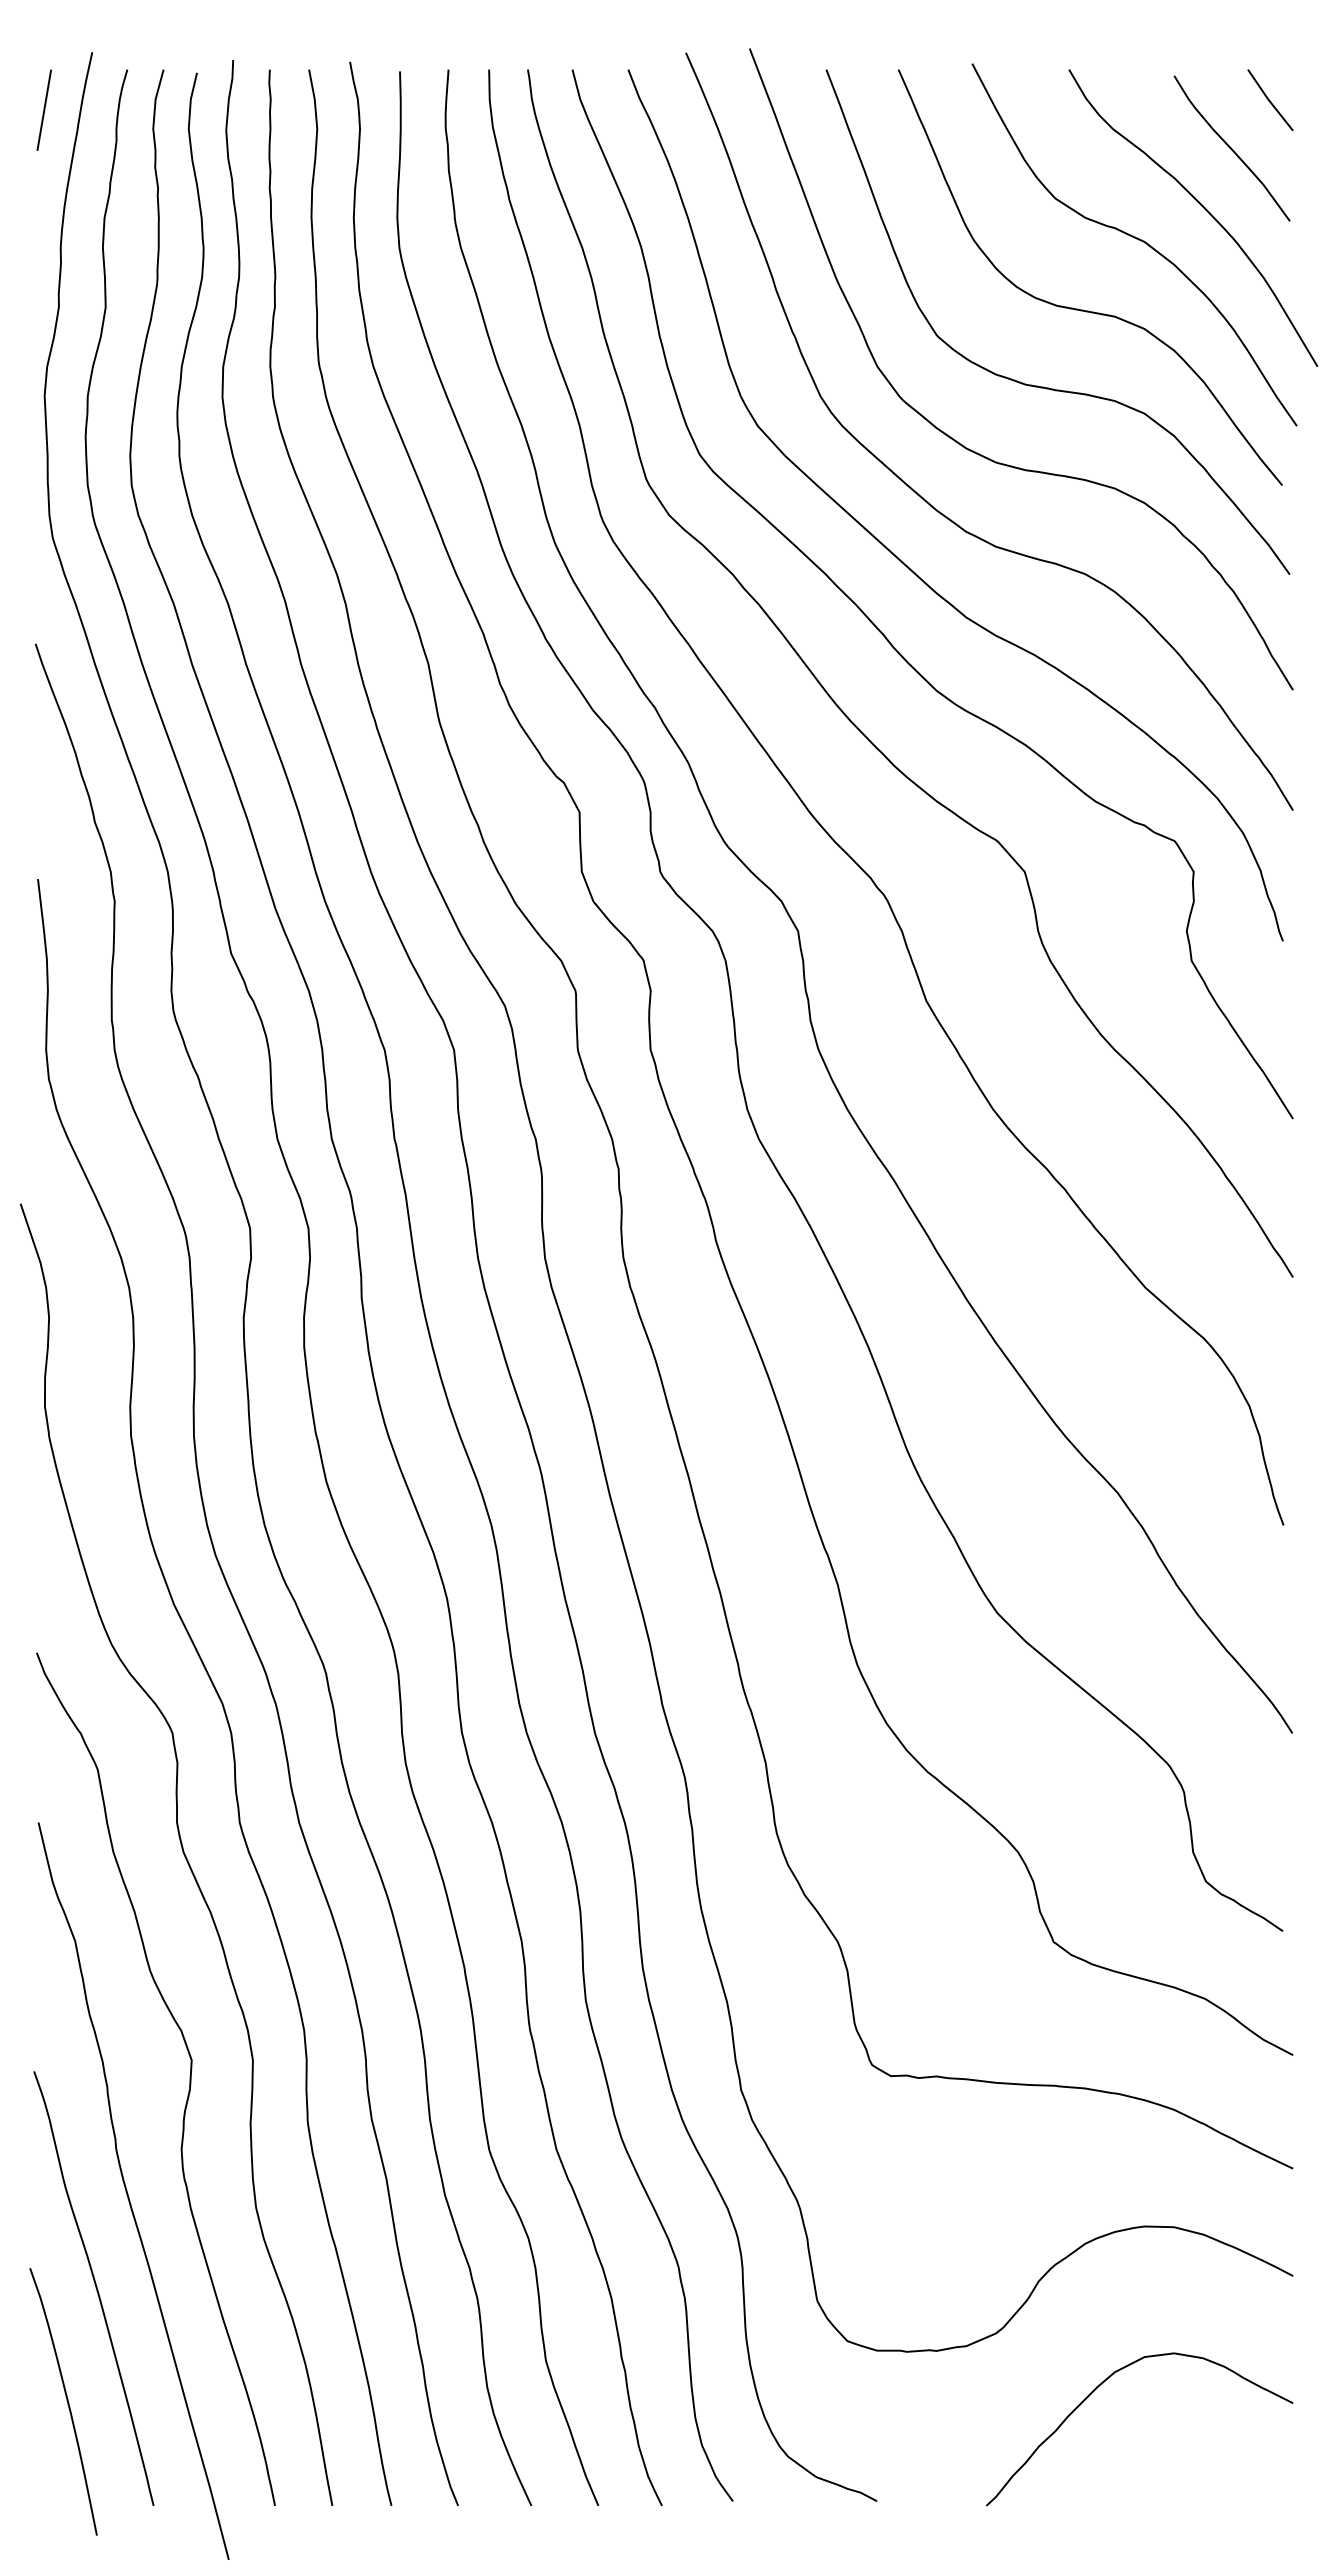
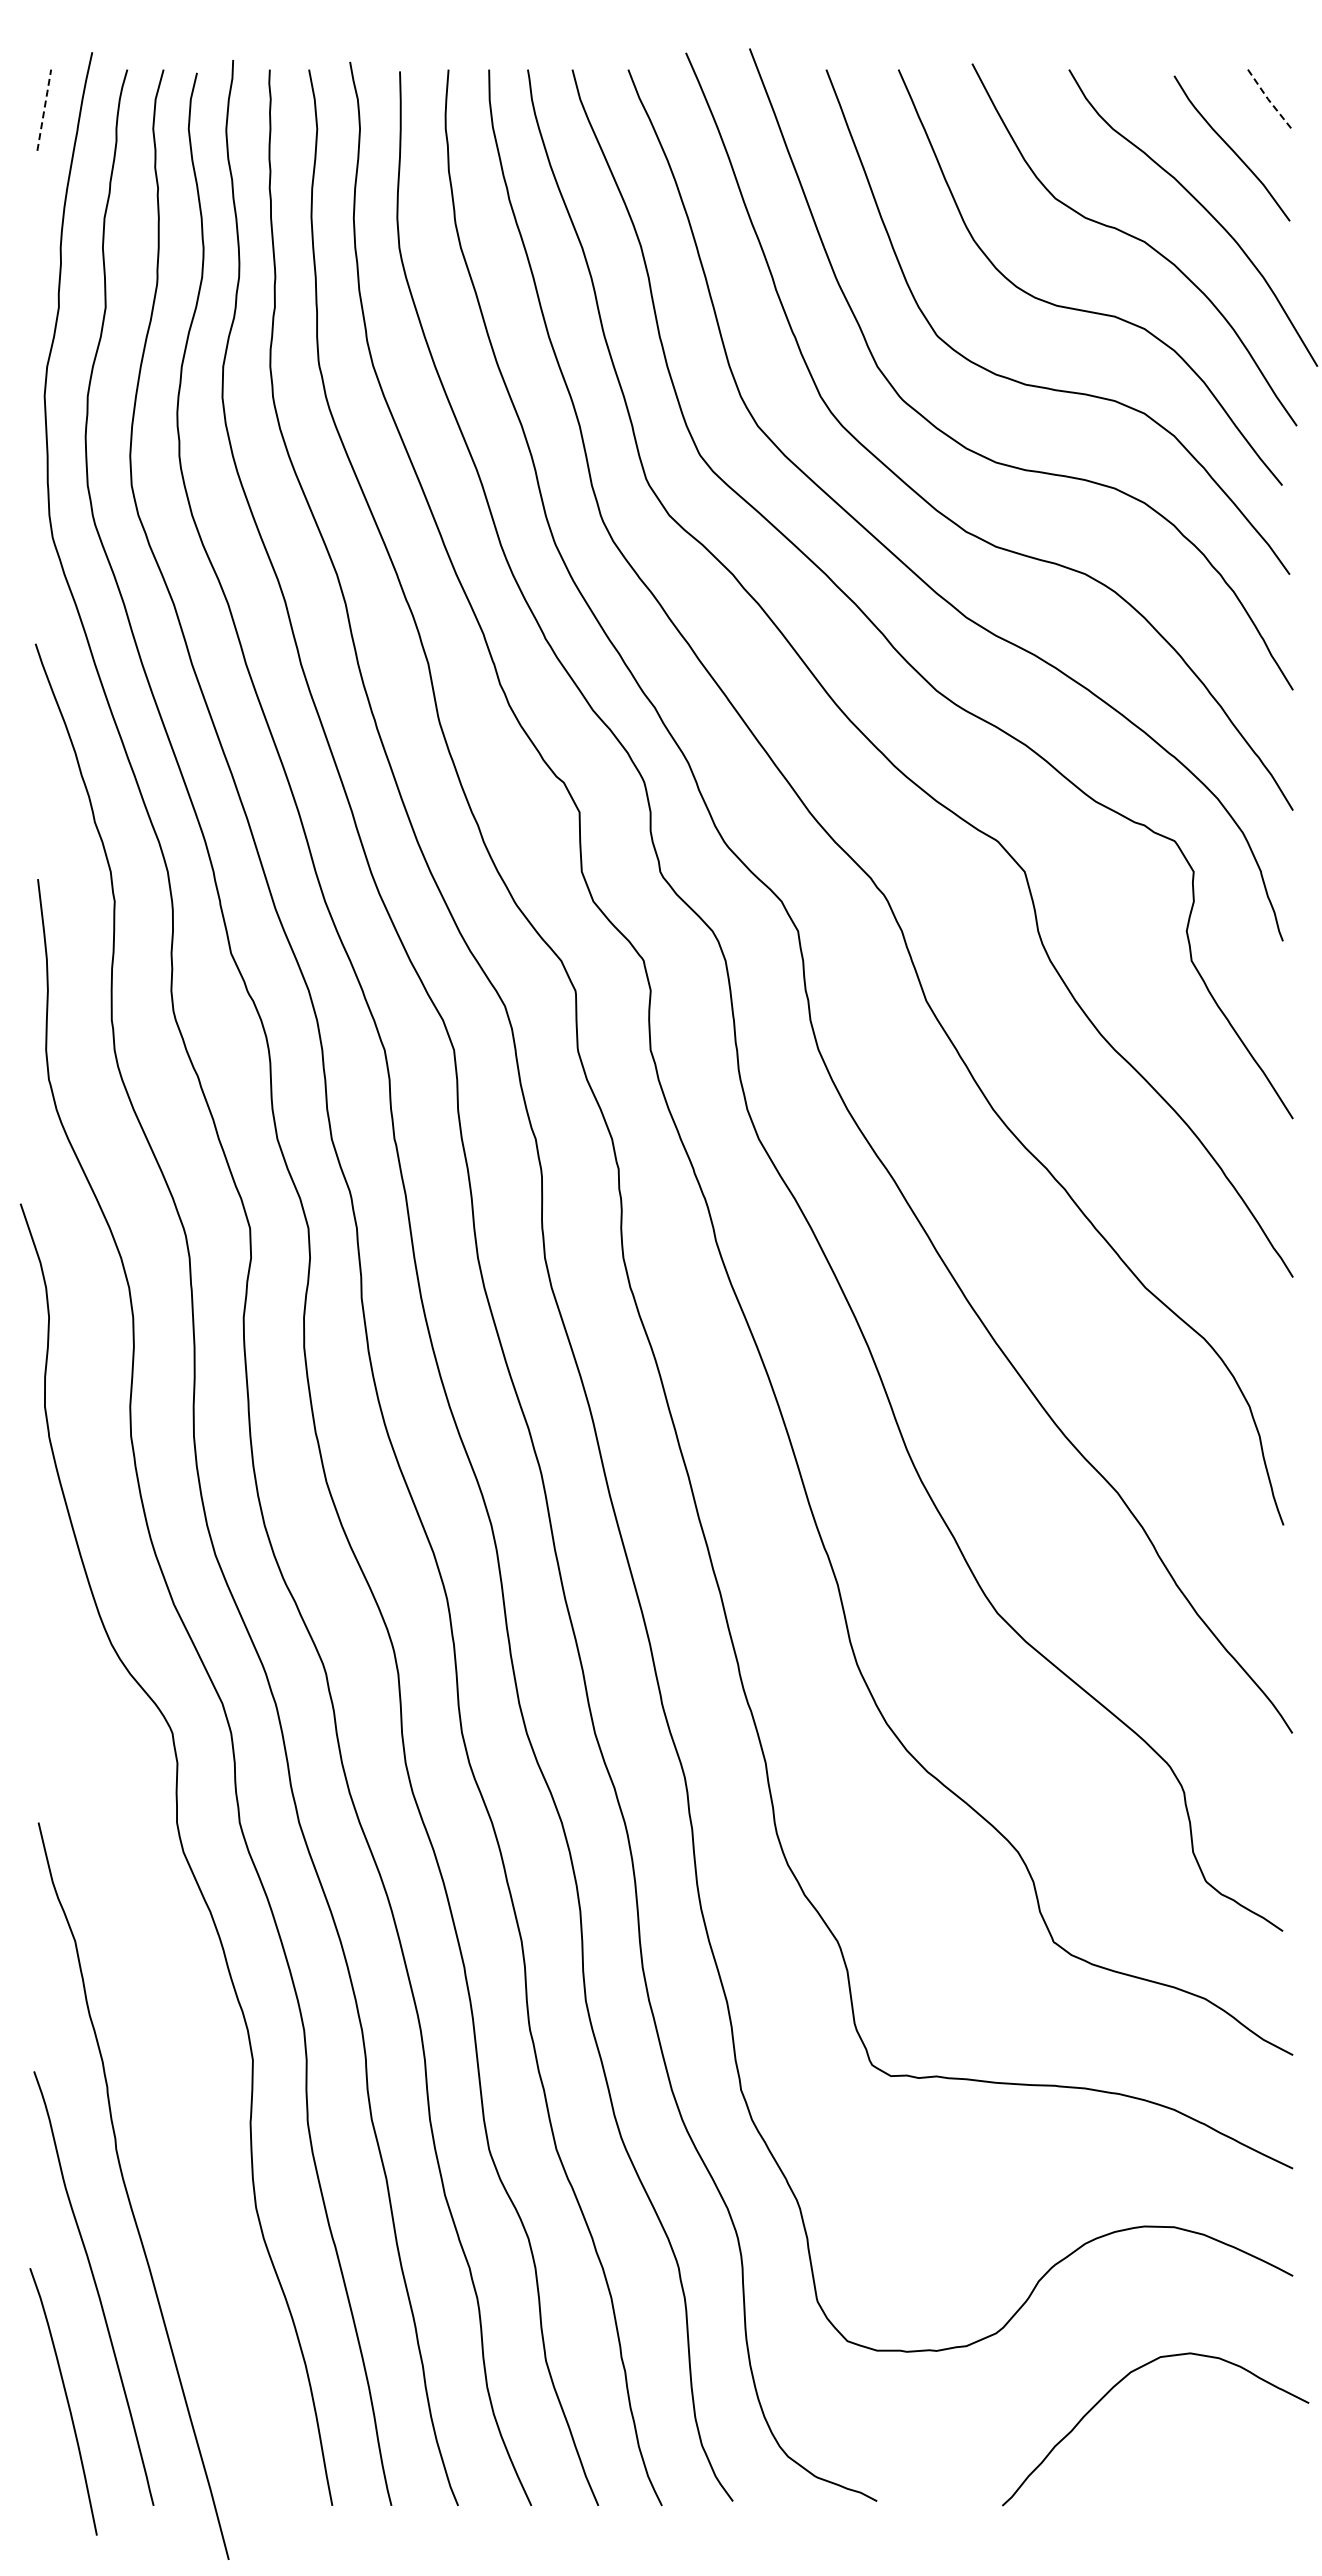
line at (1269, 100): solid -> dashed
line at (44, 109): solid -> dashed
curve at (189, 2078): present -> none
curve at (1102, 2384) position: (1102, 2384) -> (1118, 2384)
